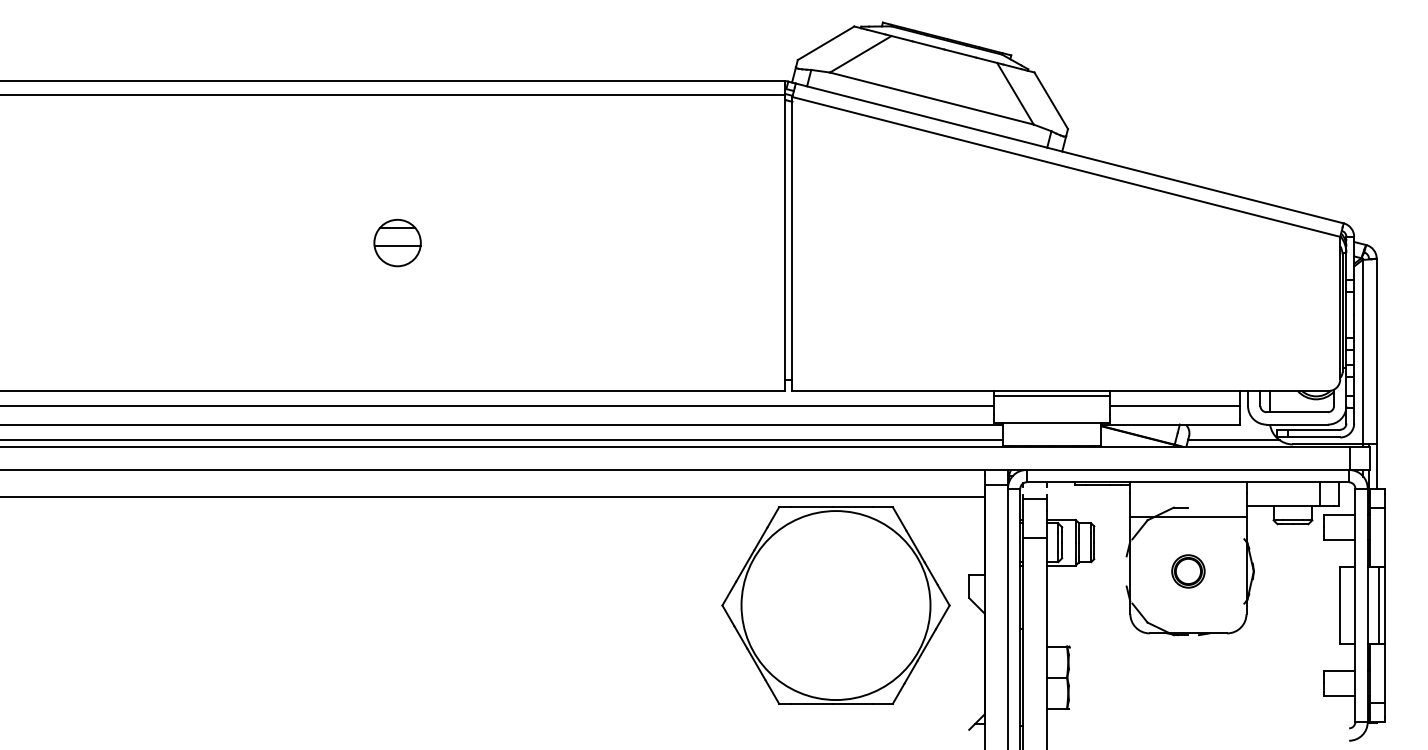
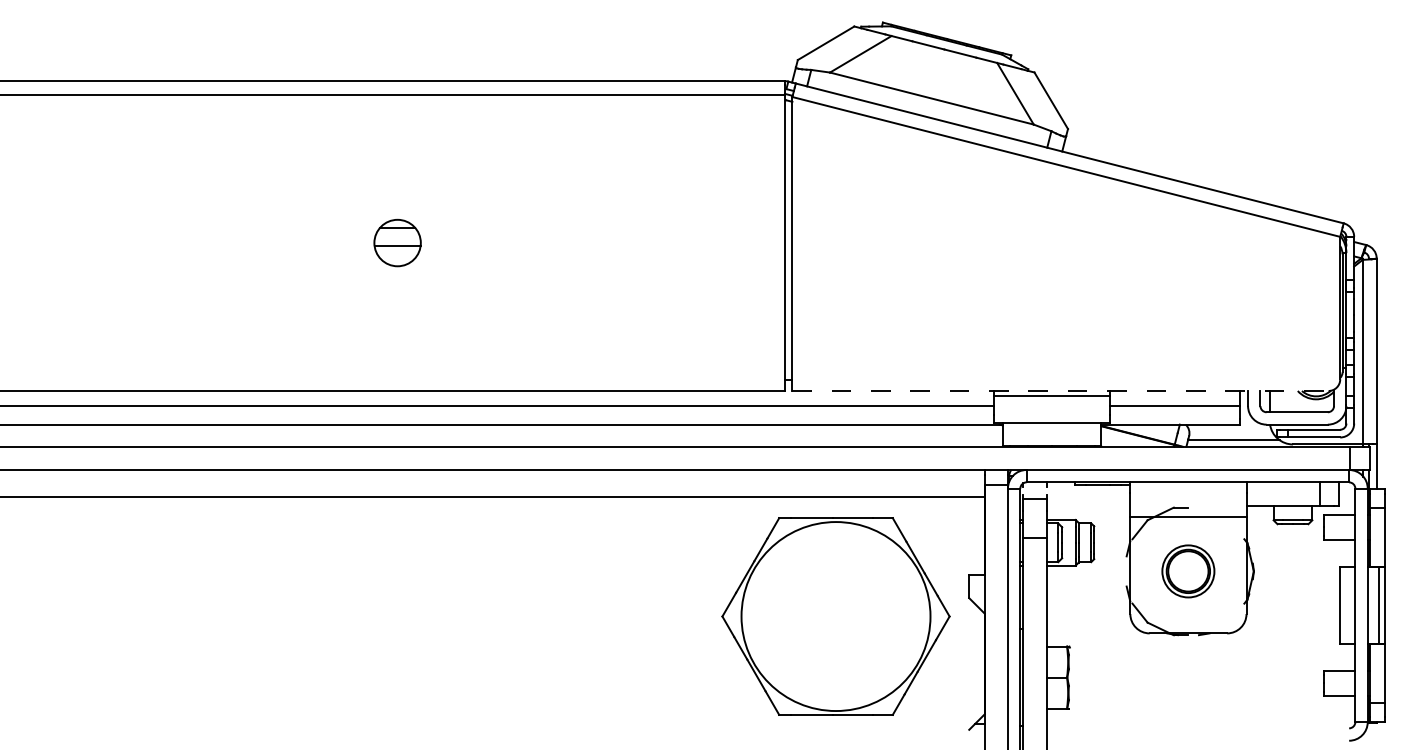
line at (1060, 390): solid -> dashed
line at (502, 440): present -> none
part at (1188, 571) size: 35x35 px -> 55x55 px
part at (835, 605) position: (835, 605) -> (835, 616)
